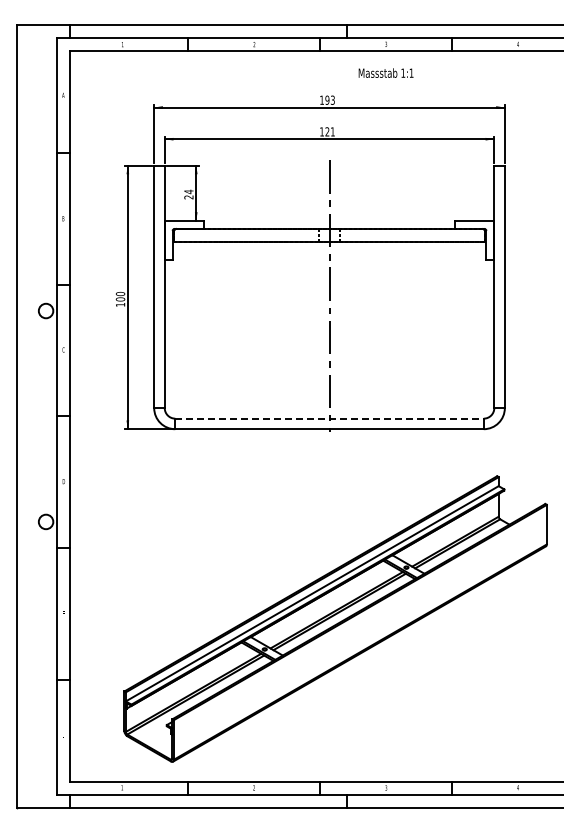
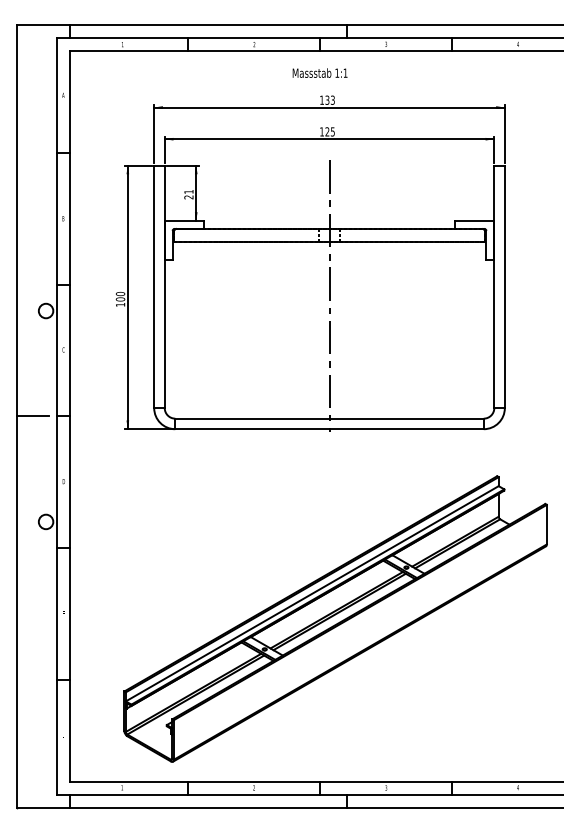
text at (385, 72) position: (385, 72) -> (319, 72)
text at (327, 99): 193 -> 133
text at (332, 131): 121 -> 125
text at (188, 191): 24 -> 21
line at (32, 416): none -> present
line at (330, 418): dashed -> solid
